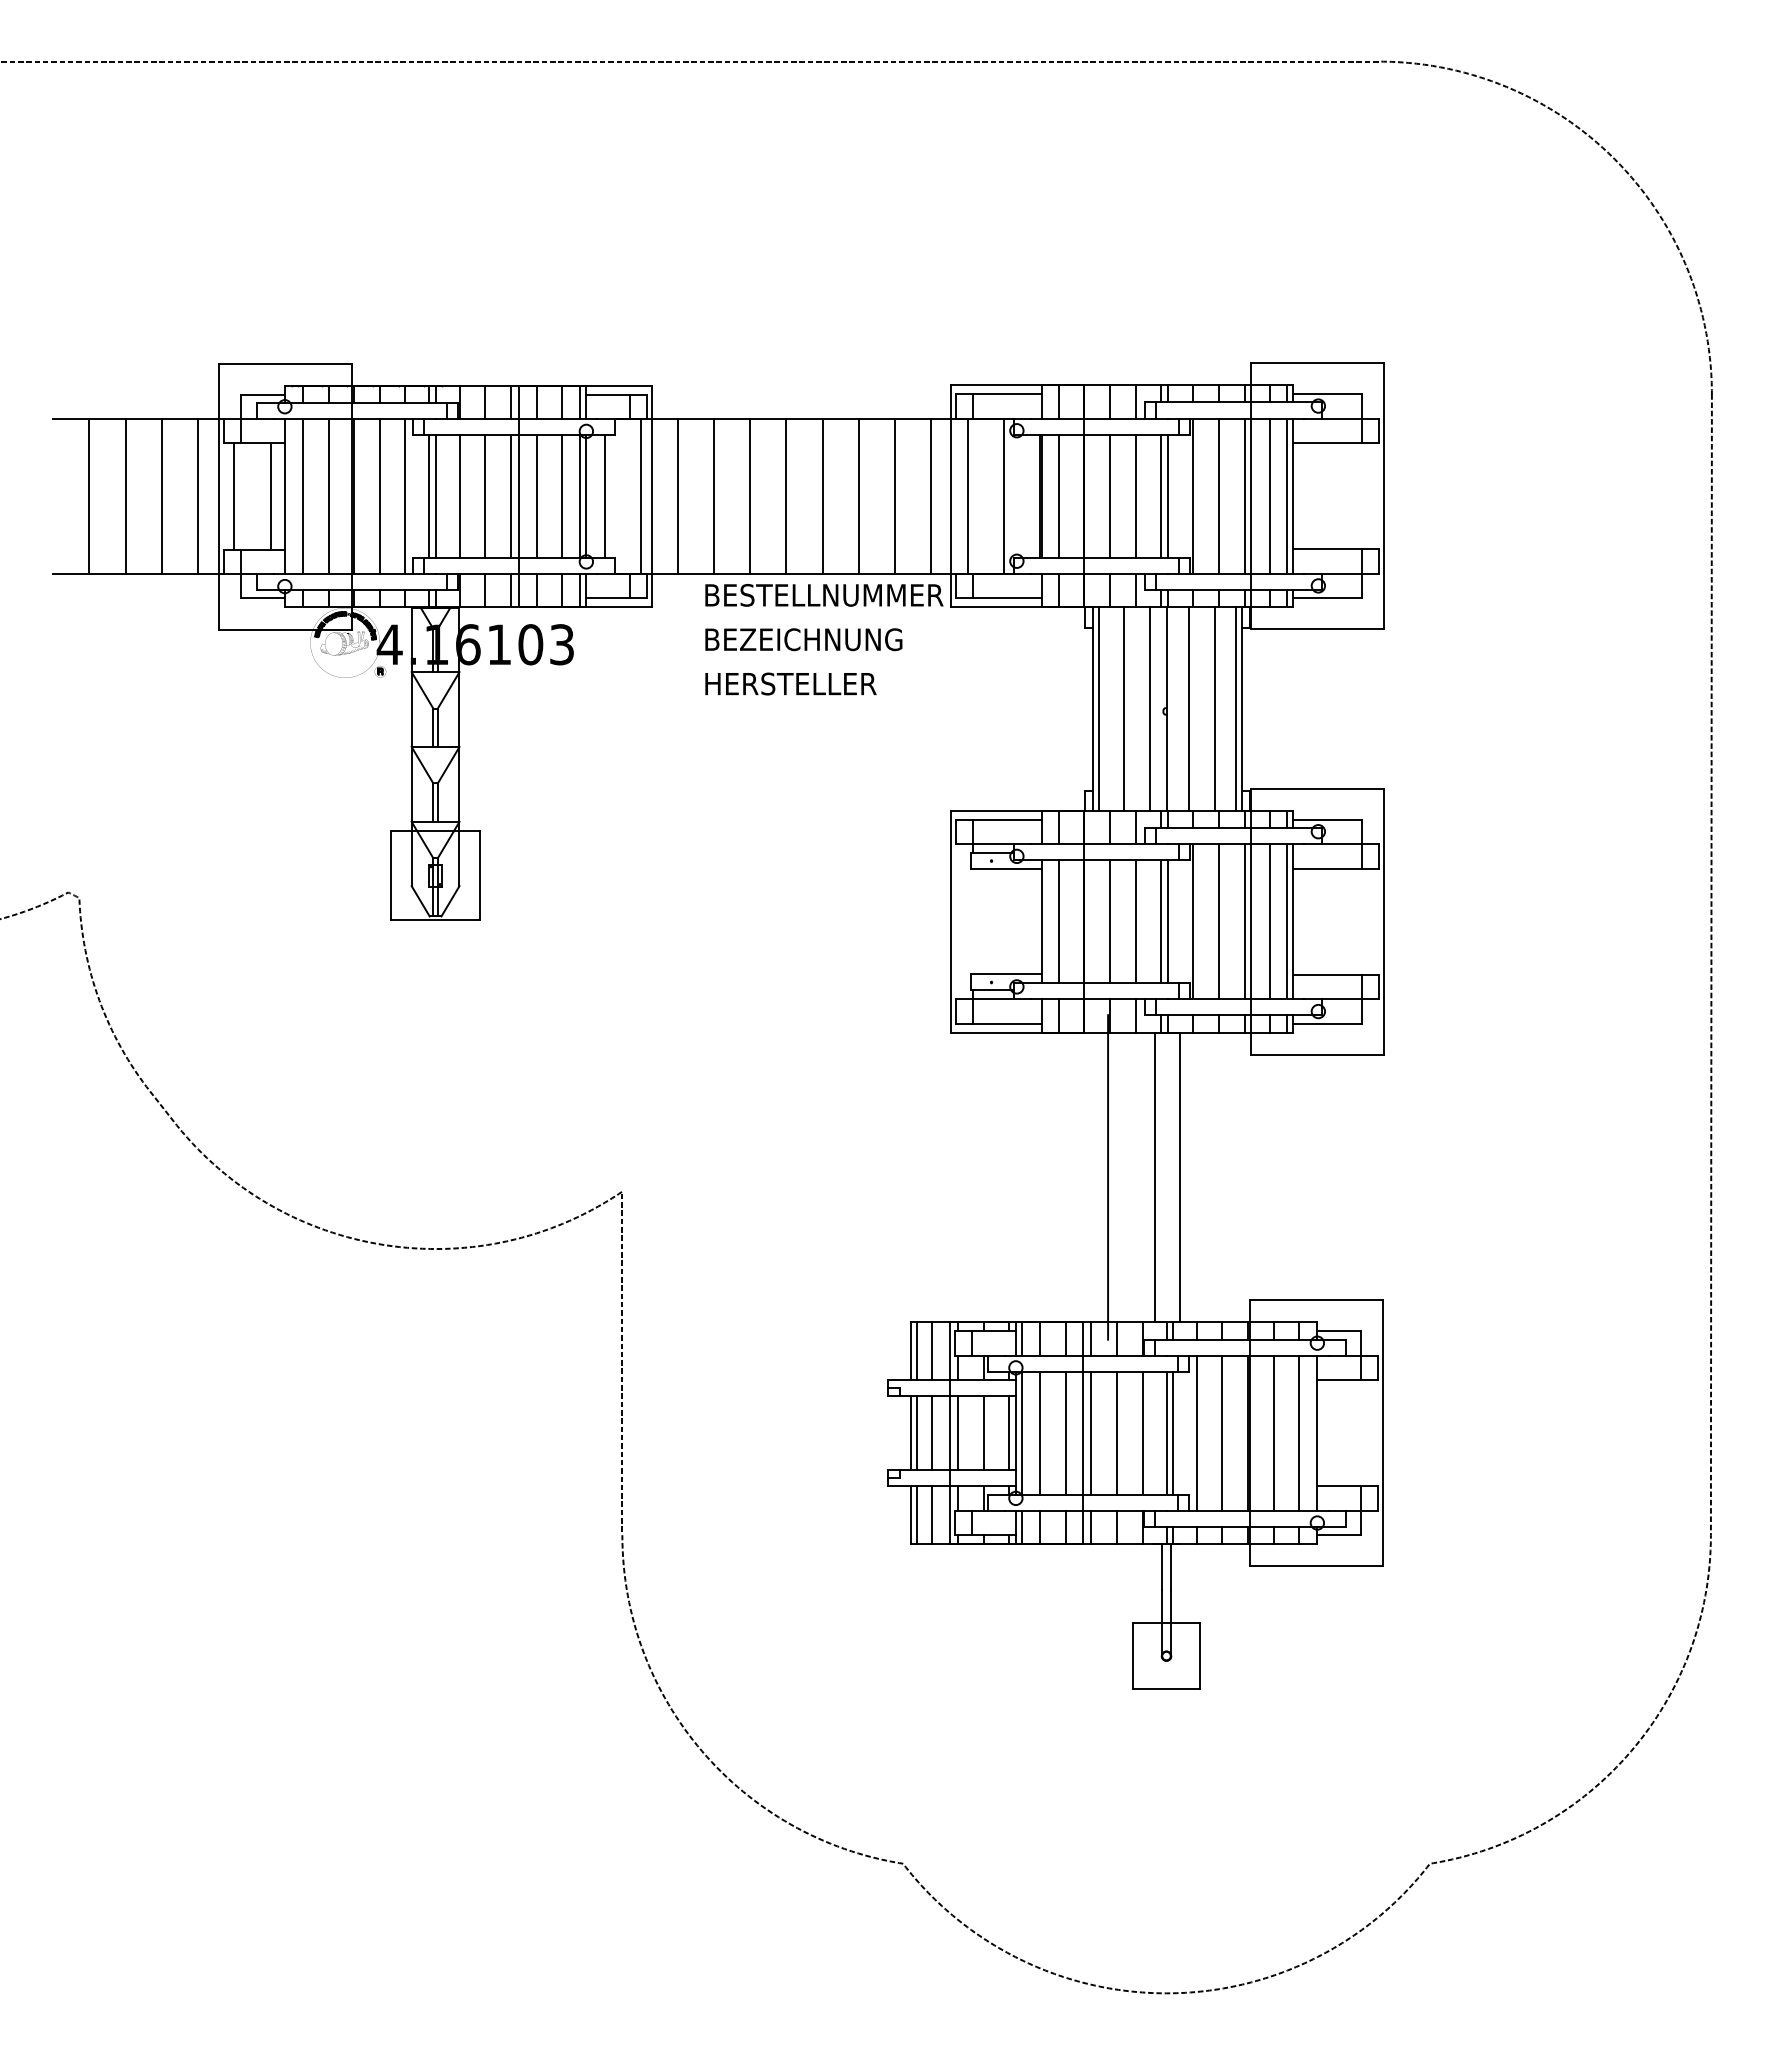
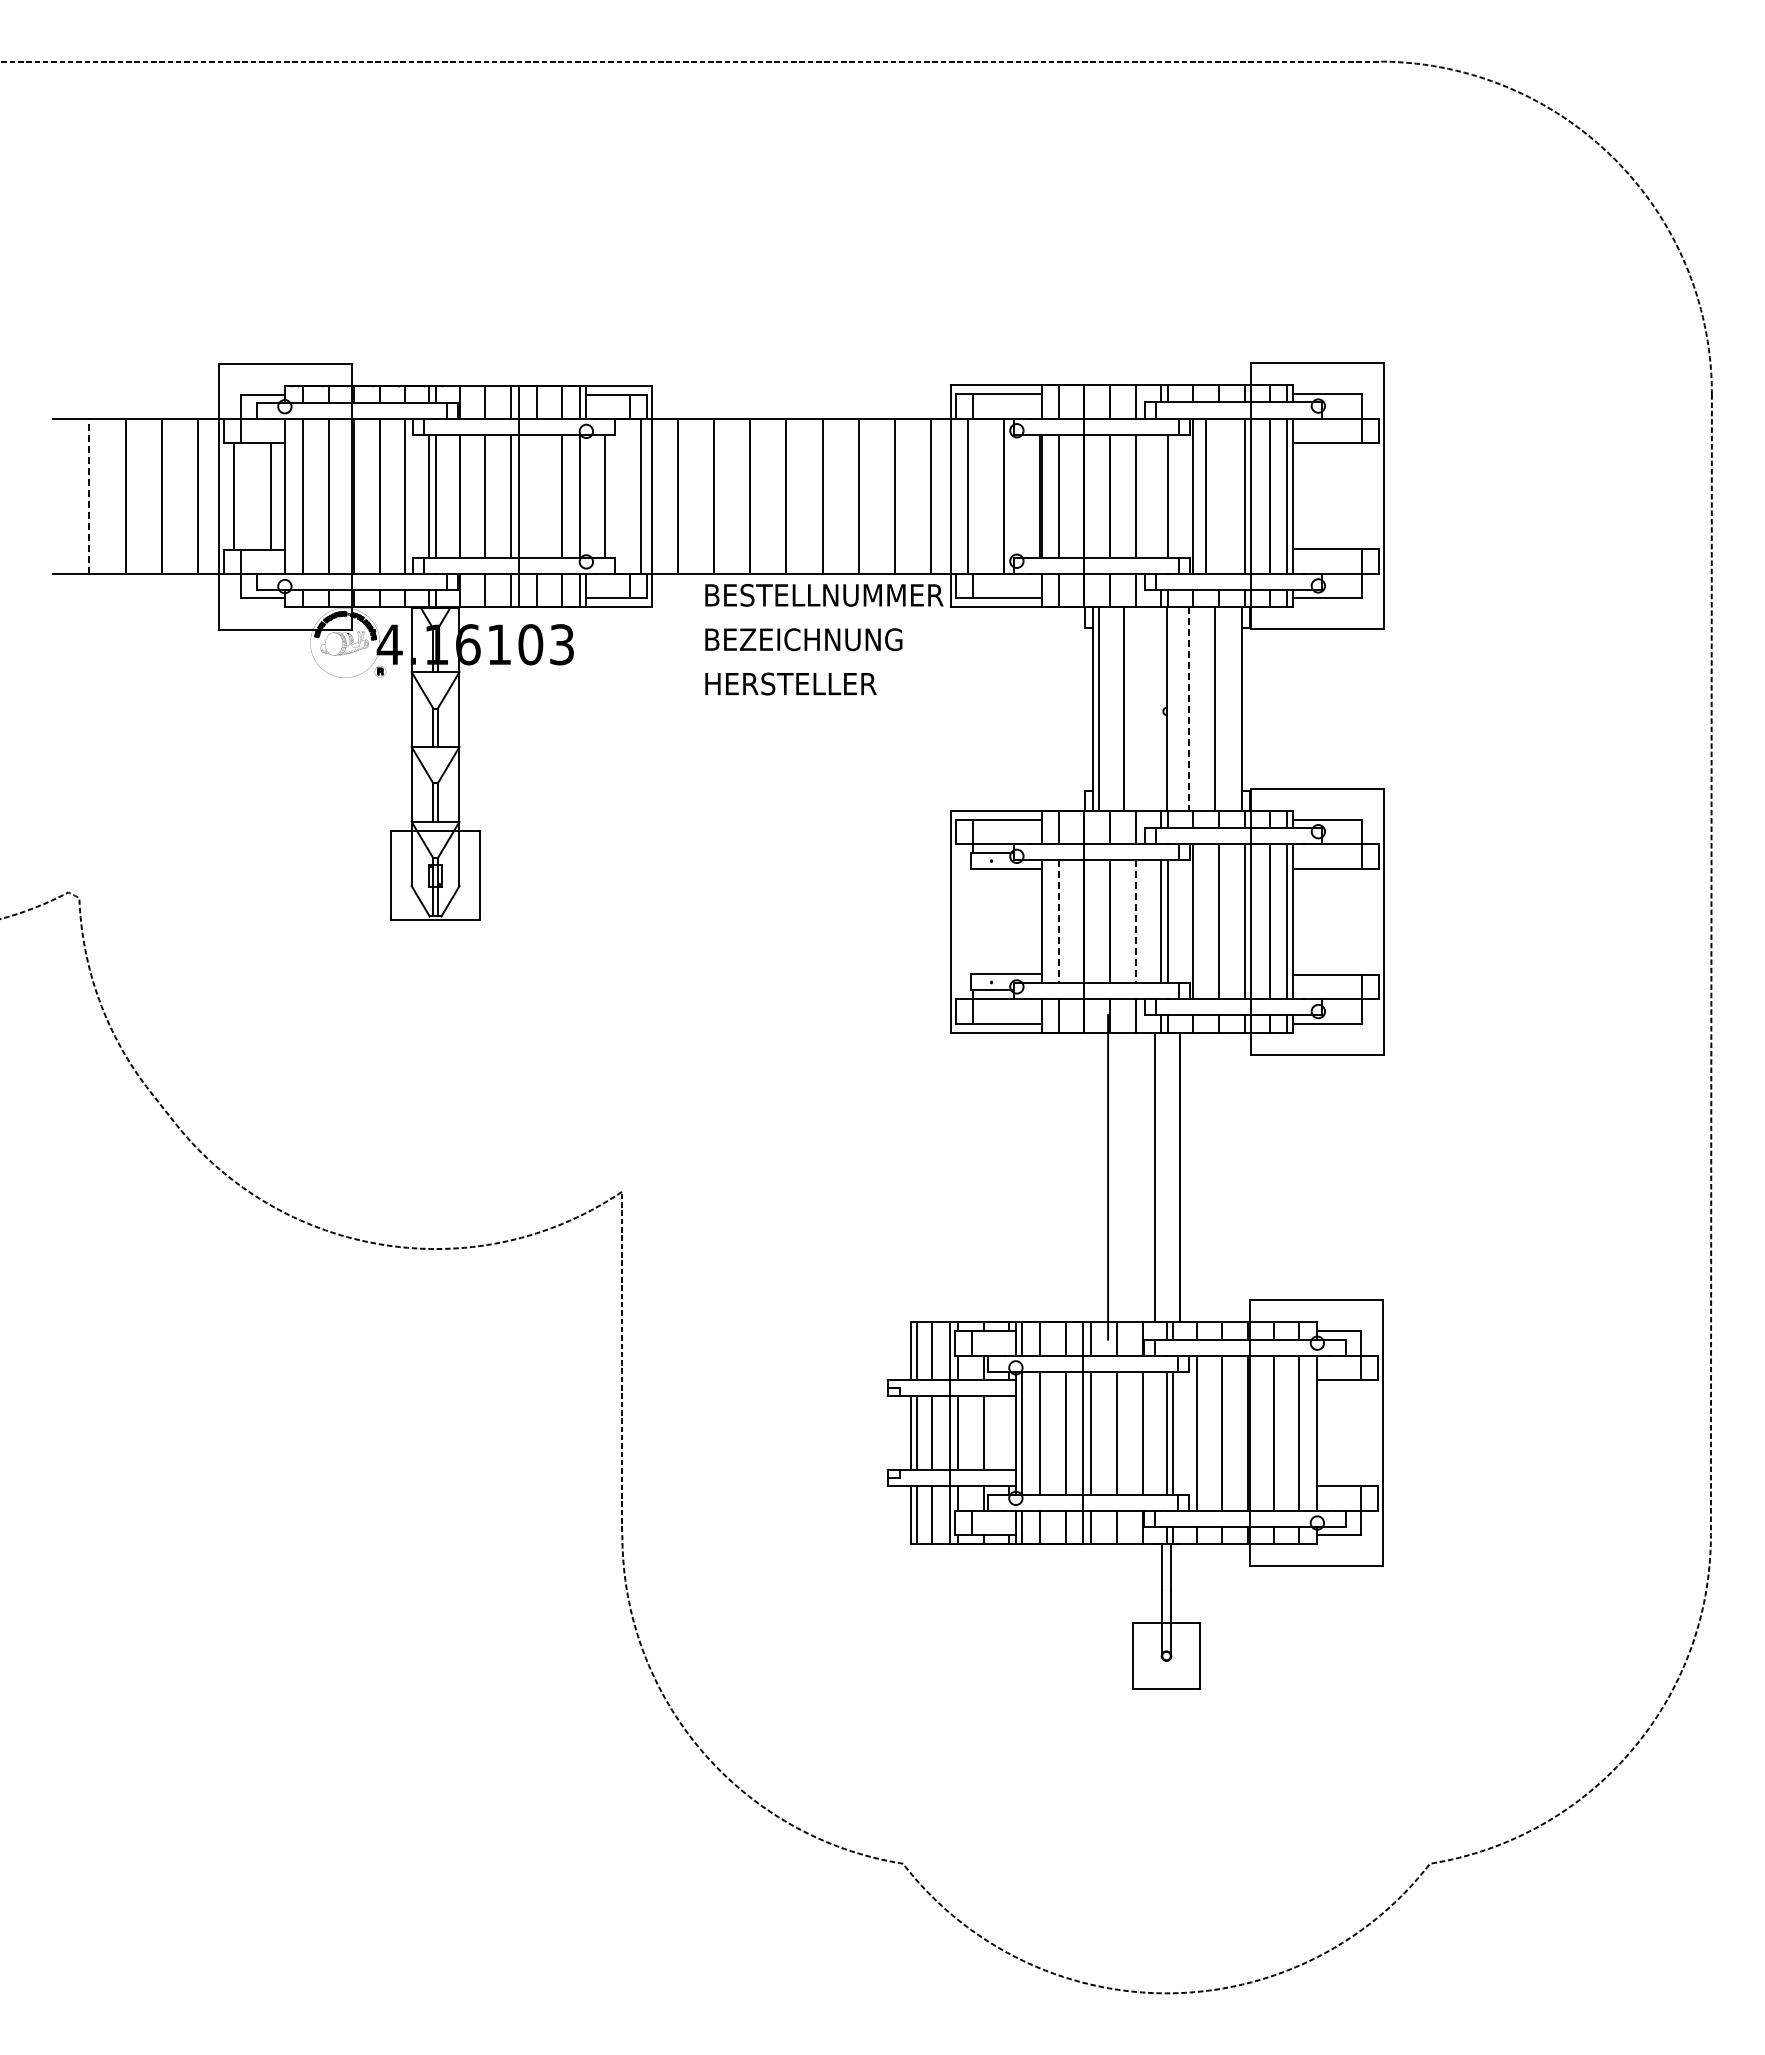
line at (1161, 495): present -> none
line at (1218, 495) position: (1218, 495) -> (1205, 495)
line at (89, 496): solid -> dashed
line at (536, 496): present -> none
line at (586, 496): present -> none
line at (1149, 708): present -> none
line at (1188, 708): solid -> dashed
line at (1236, 708): present -> none
line at (1058, 921): solid -> dashed
line at (1135, 921): solid -> dashed
line at (1009, 1433): present -> none
